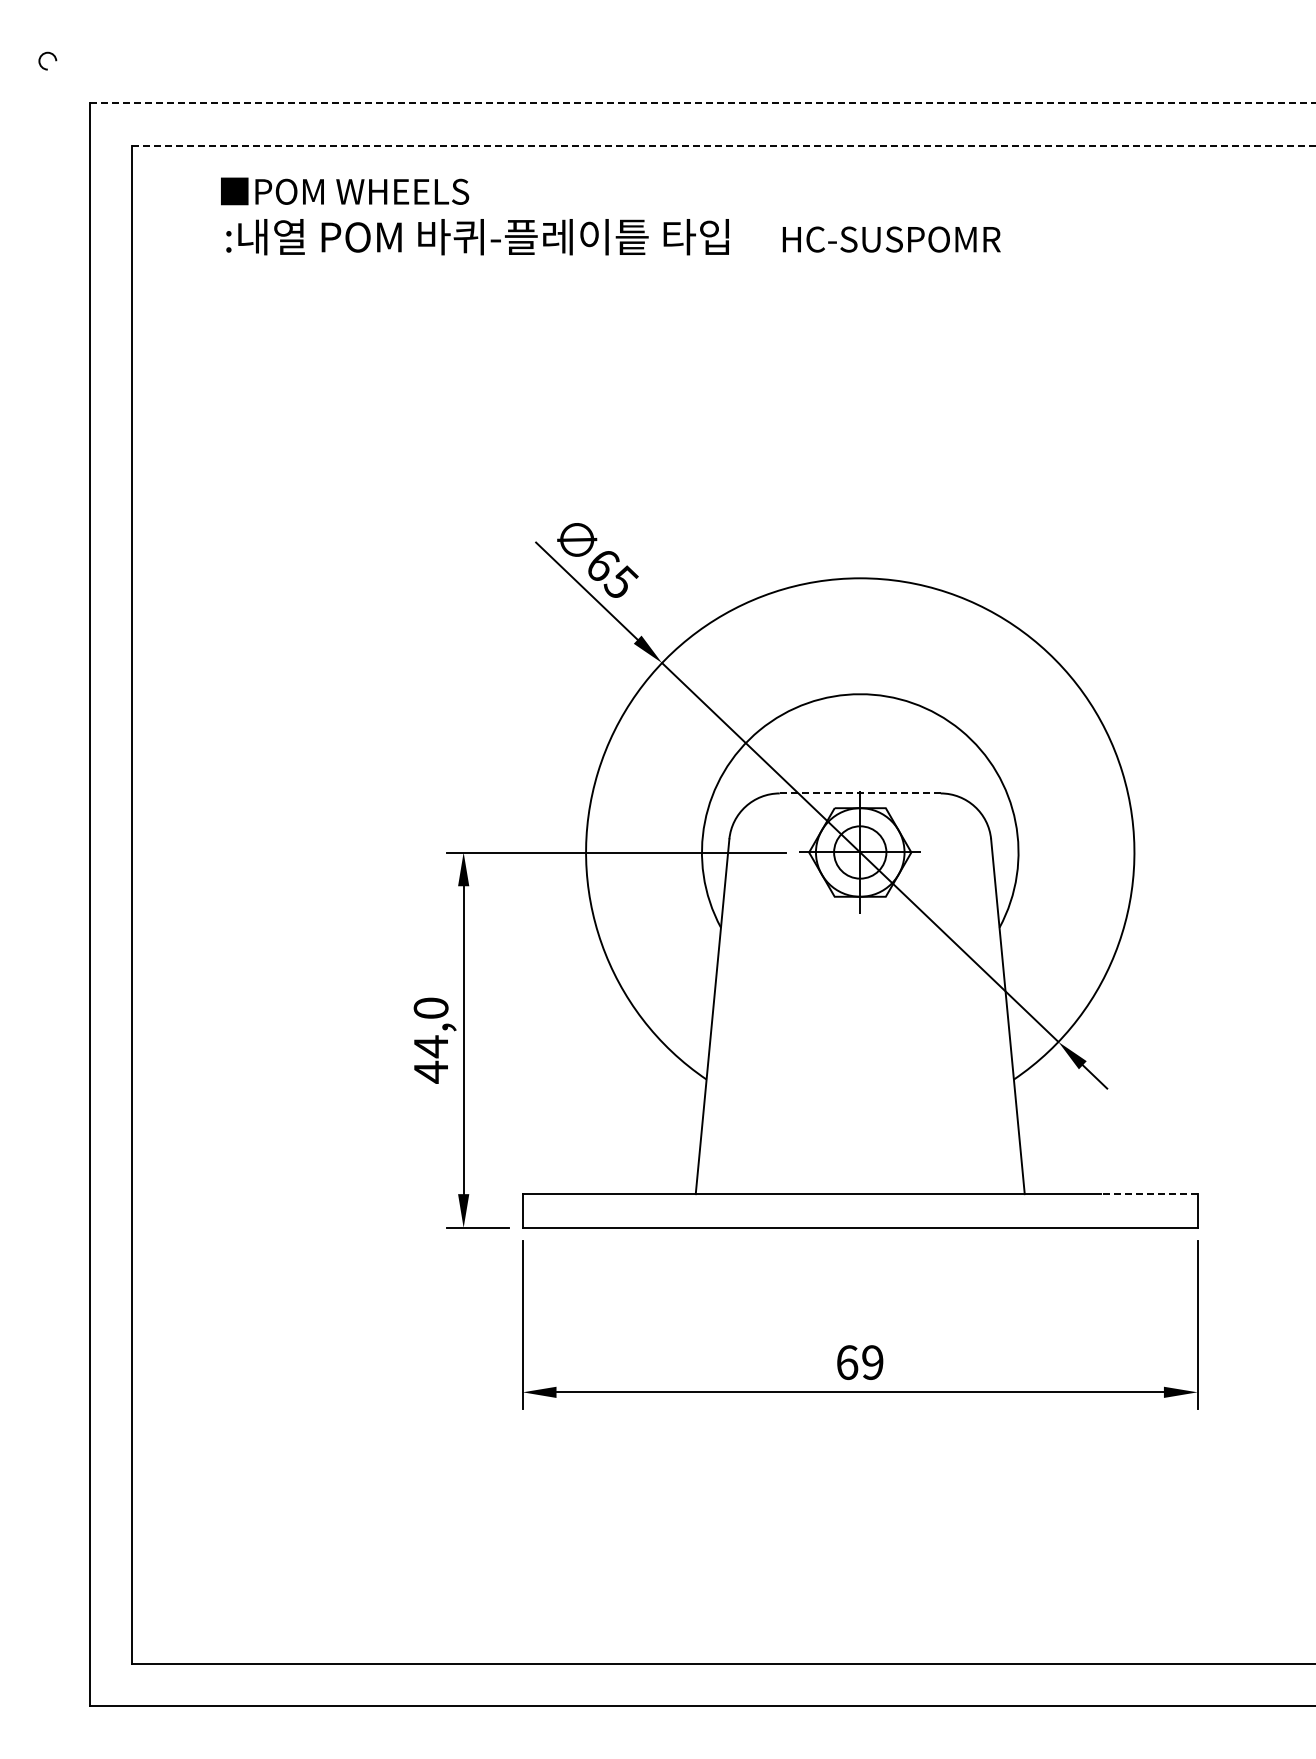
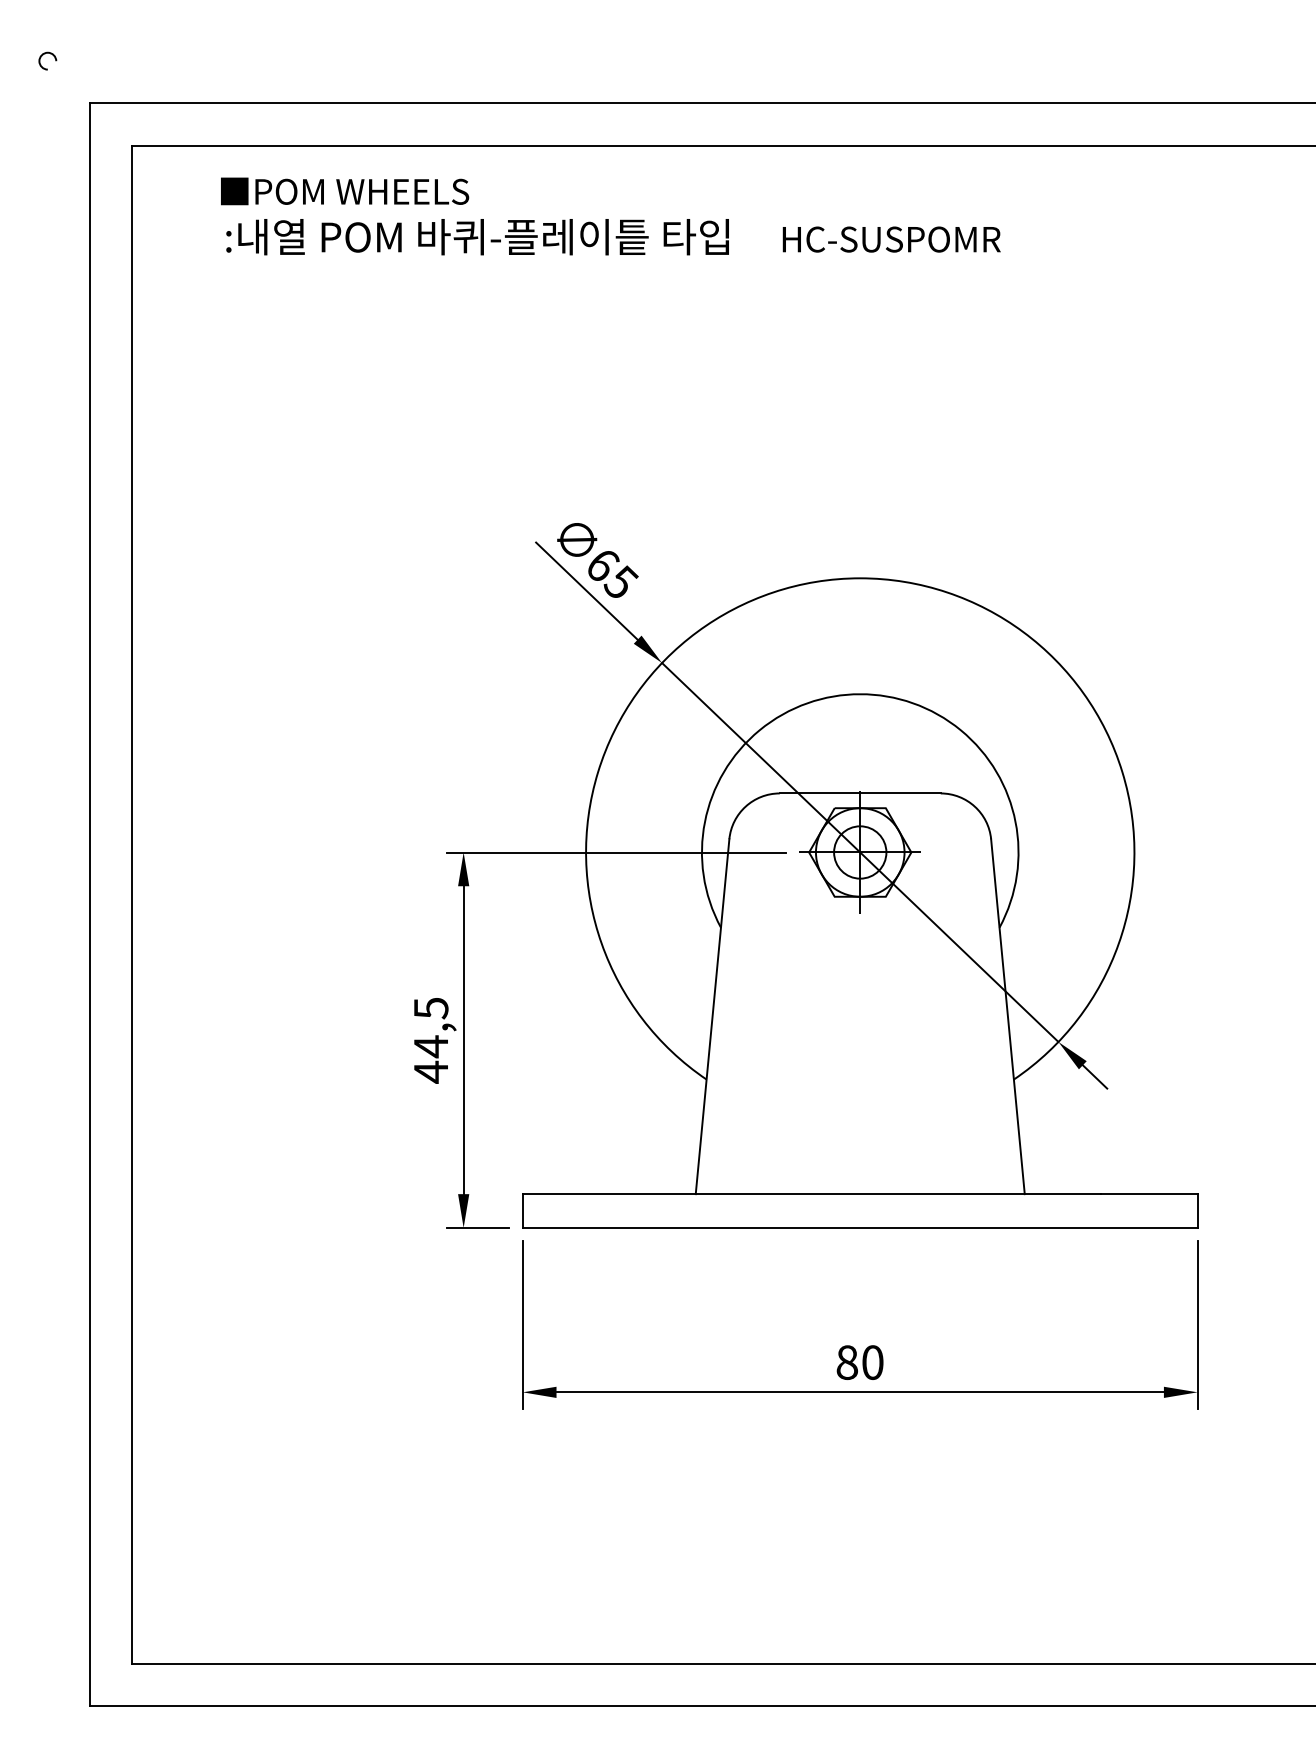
line at (702, 103): dashed -> solid
line at (724, 145): dashed -> solid
line at (859, 793): dashed -> solid
text at (430, 1008): 44,0 -> 44,5
line at (1149, 1194): dashed -> solid
text at (859, 1362): 69 -> 80
